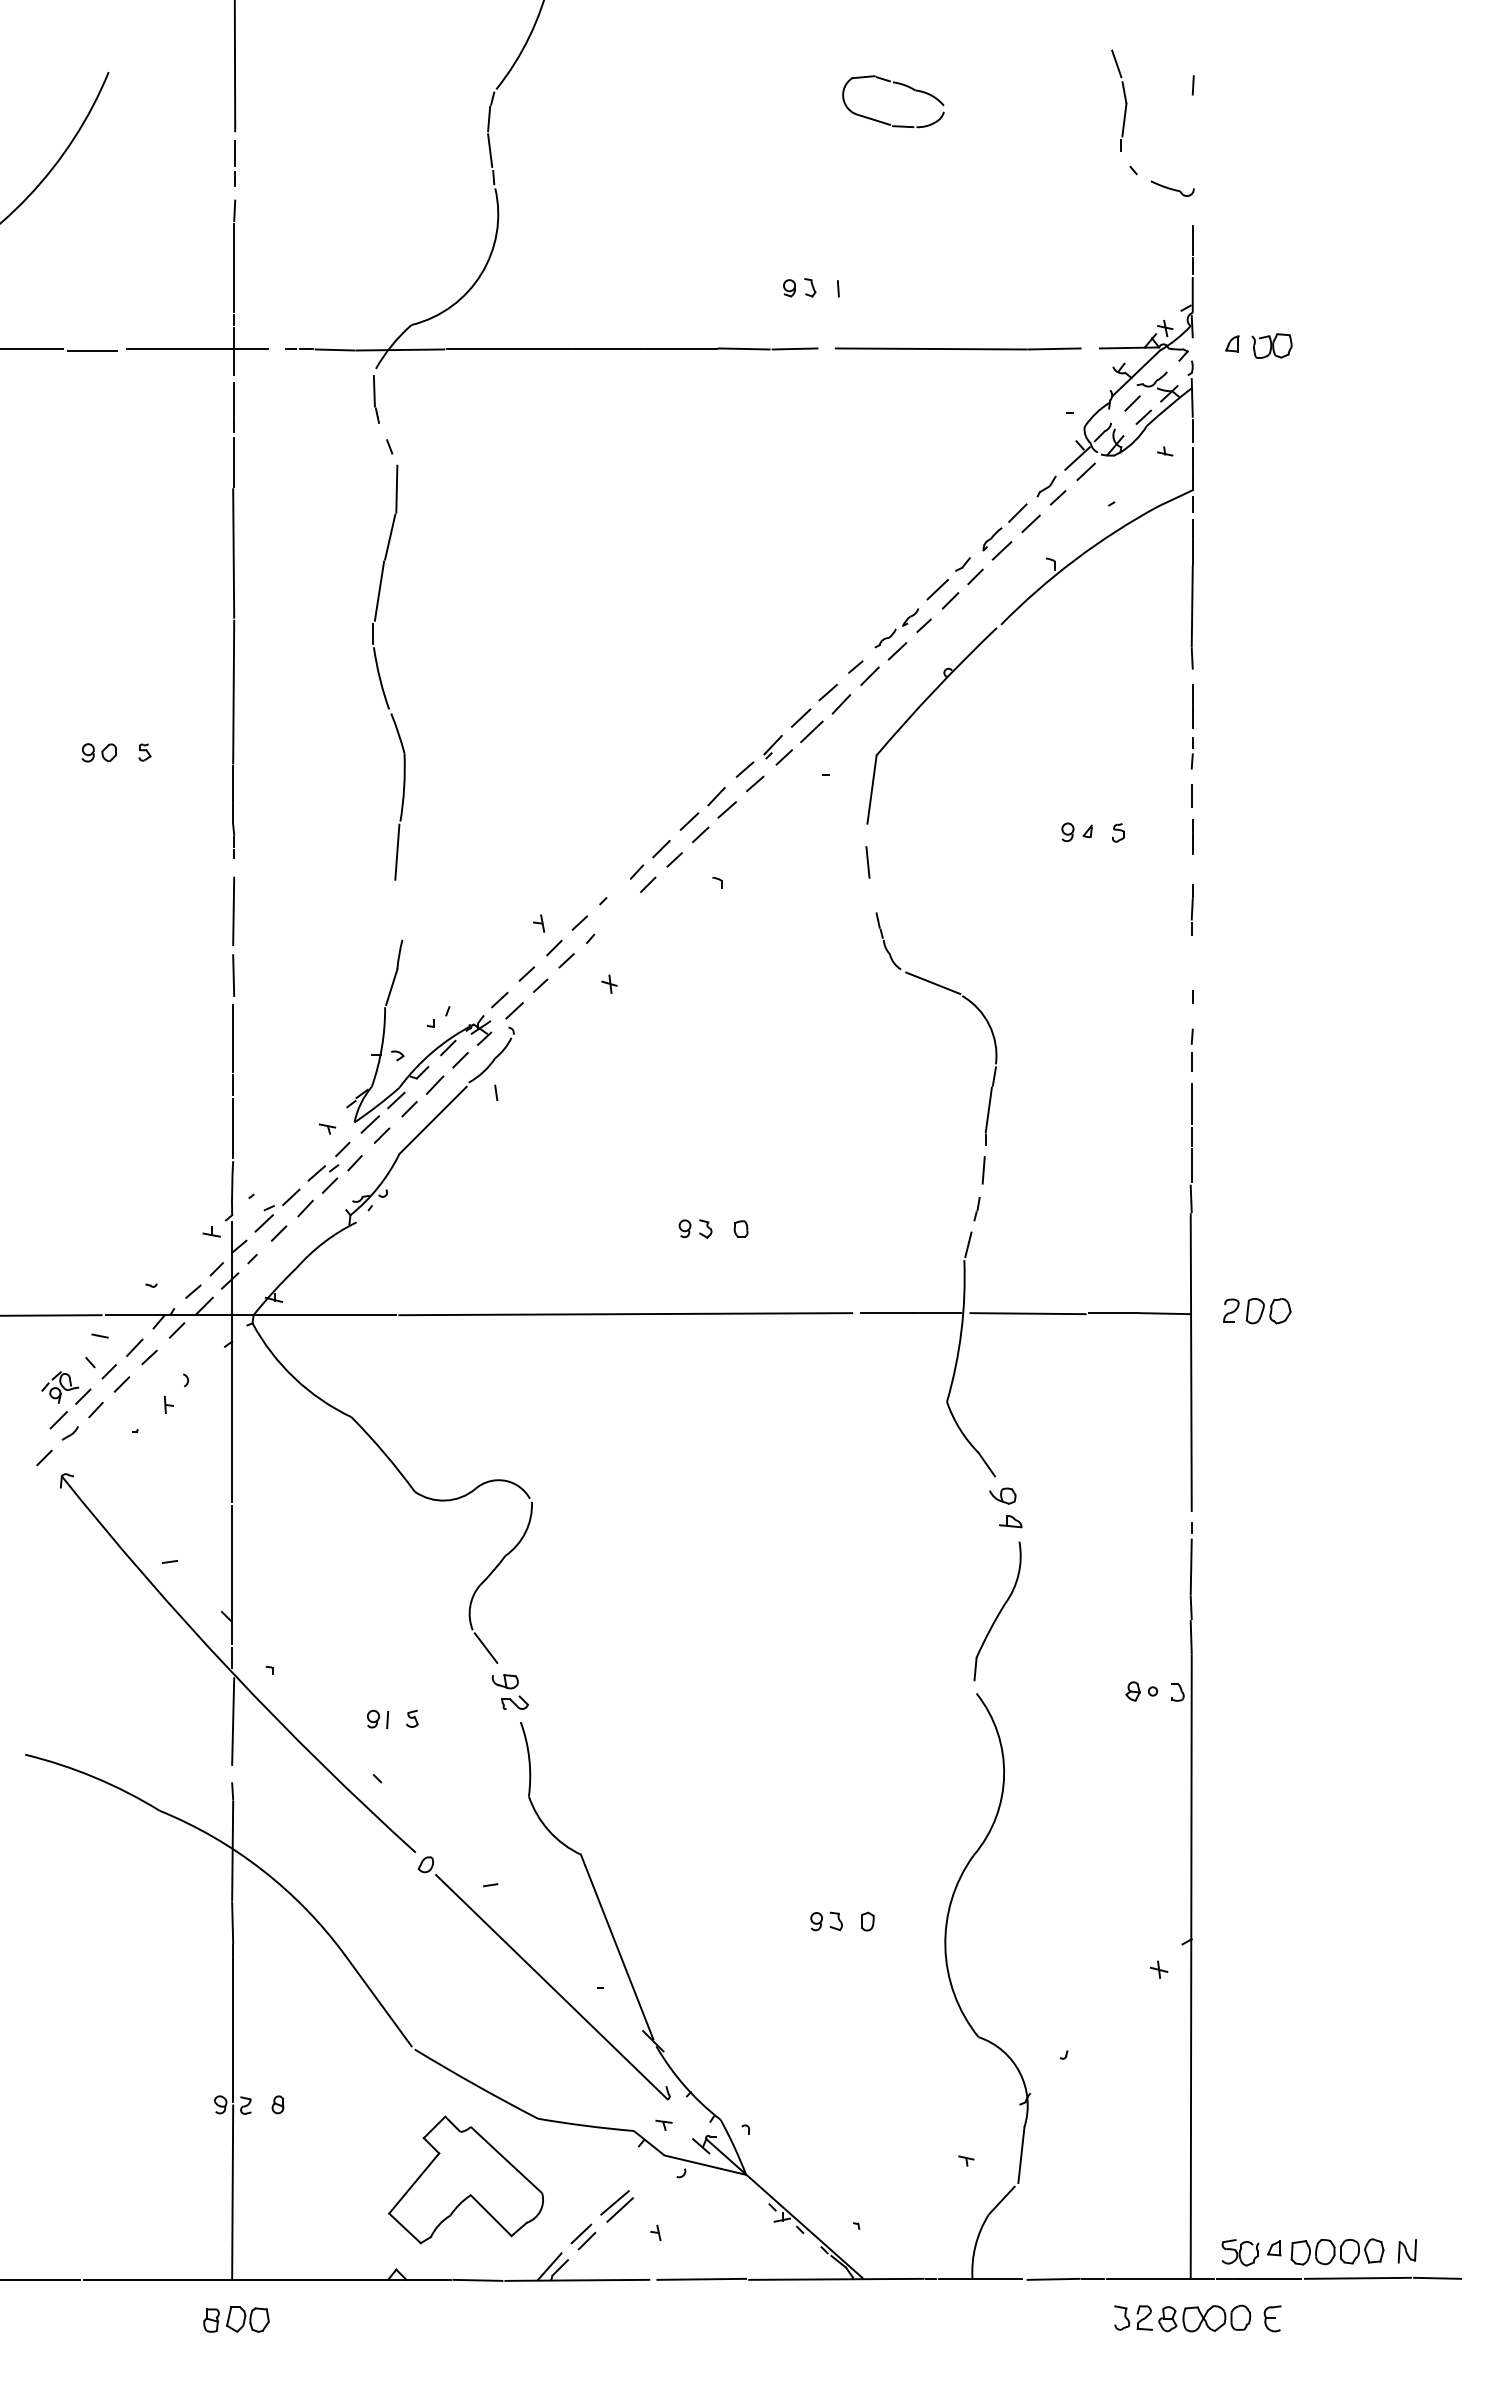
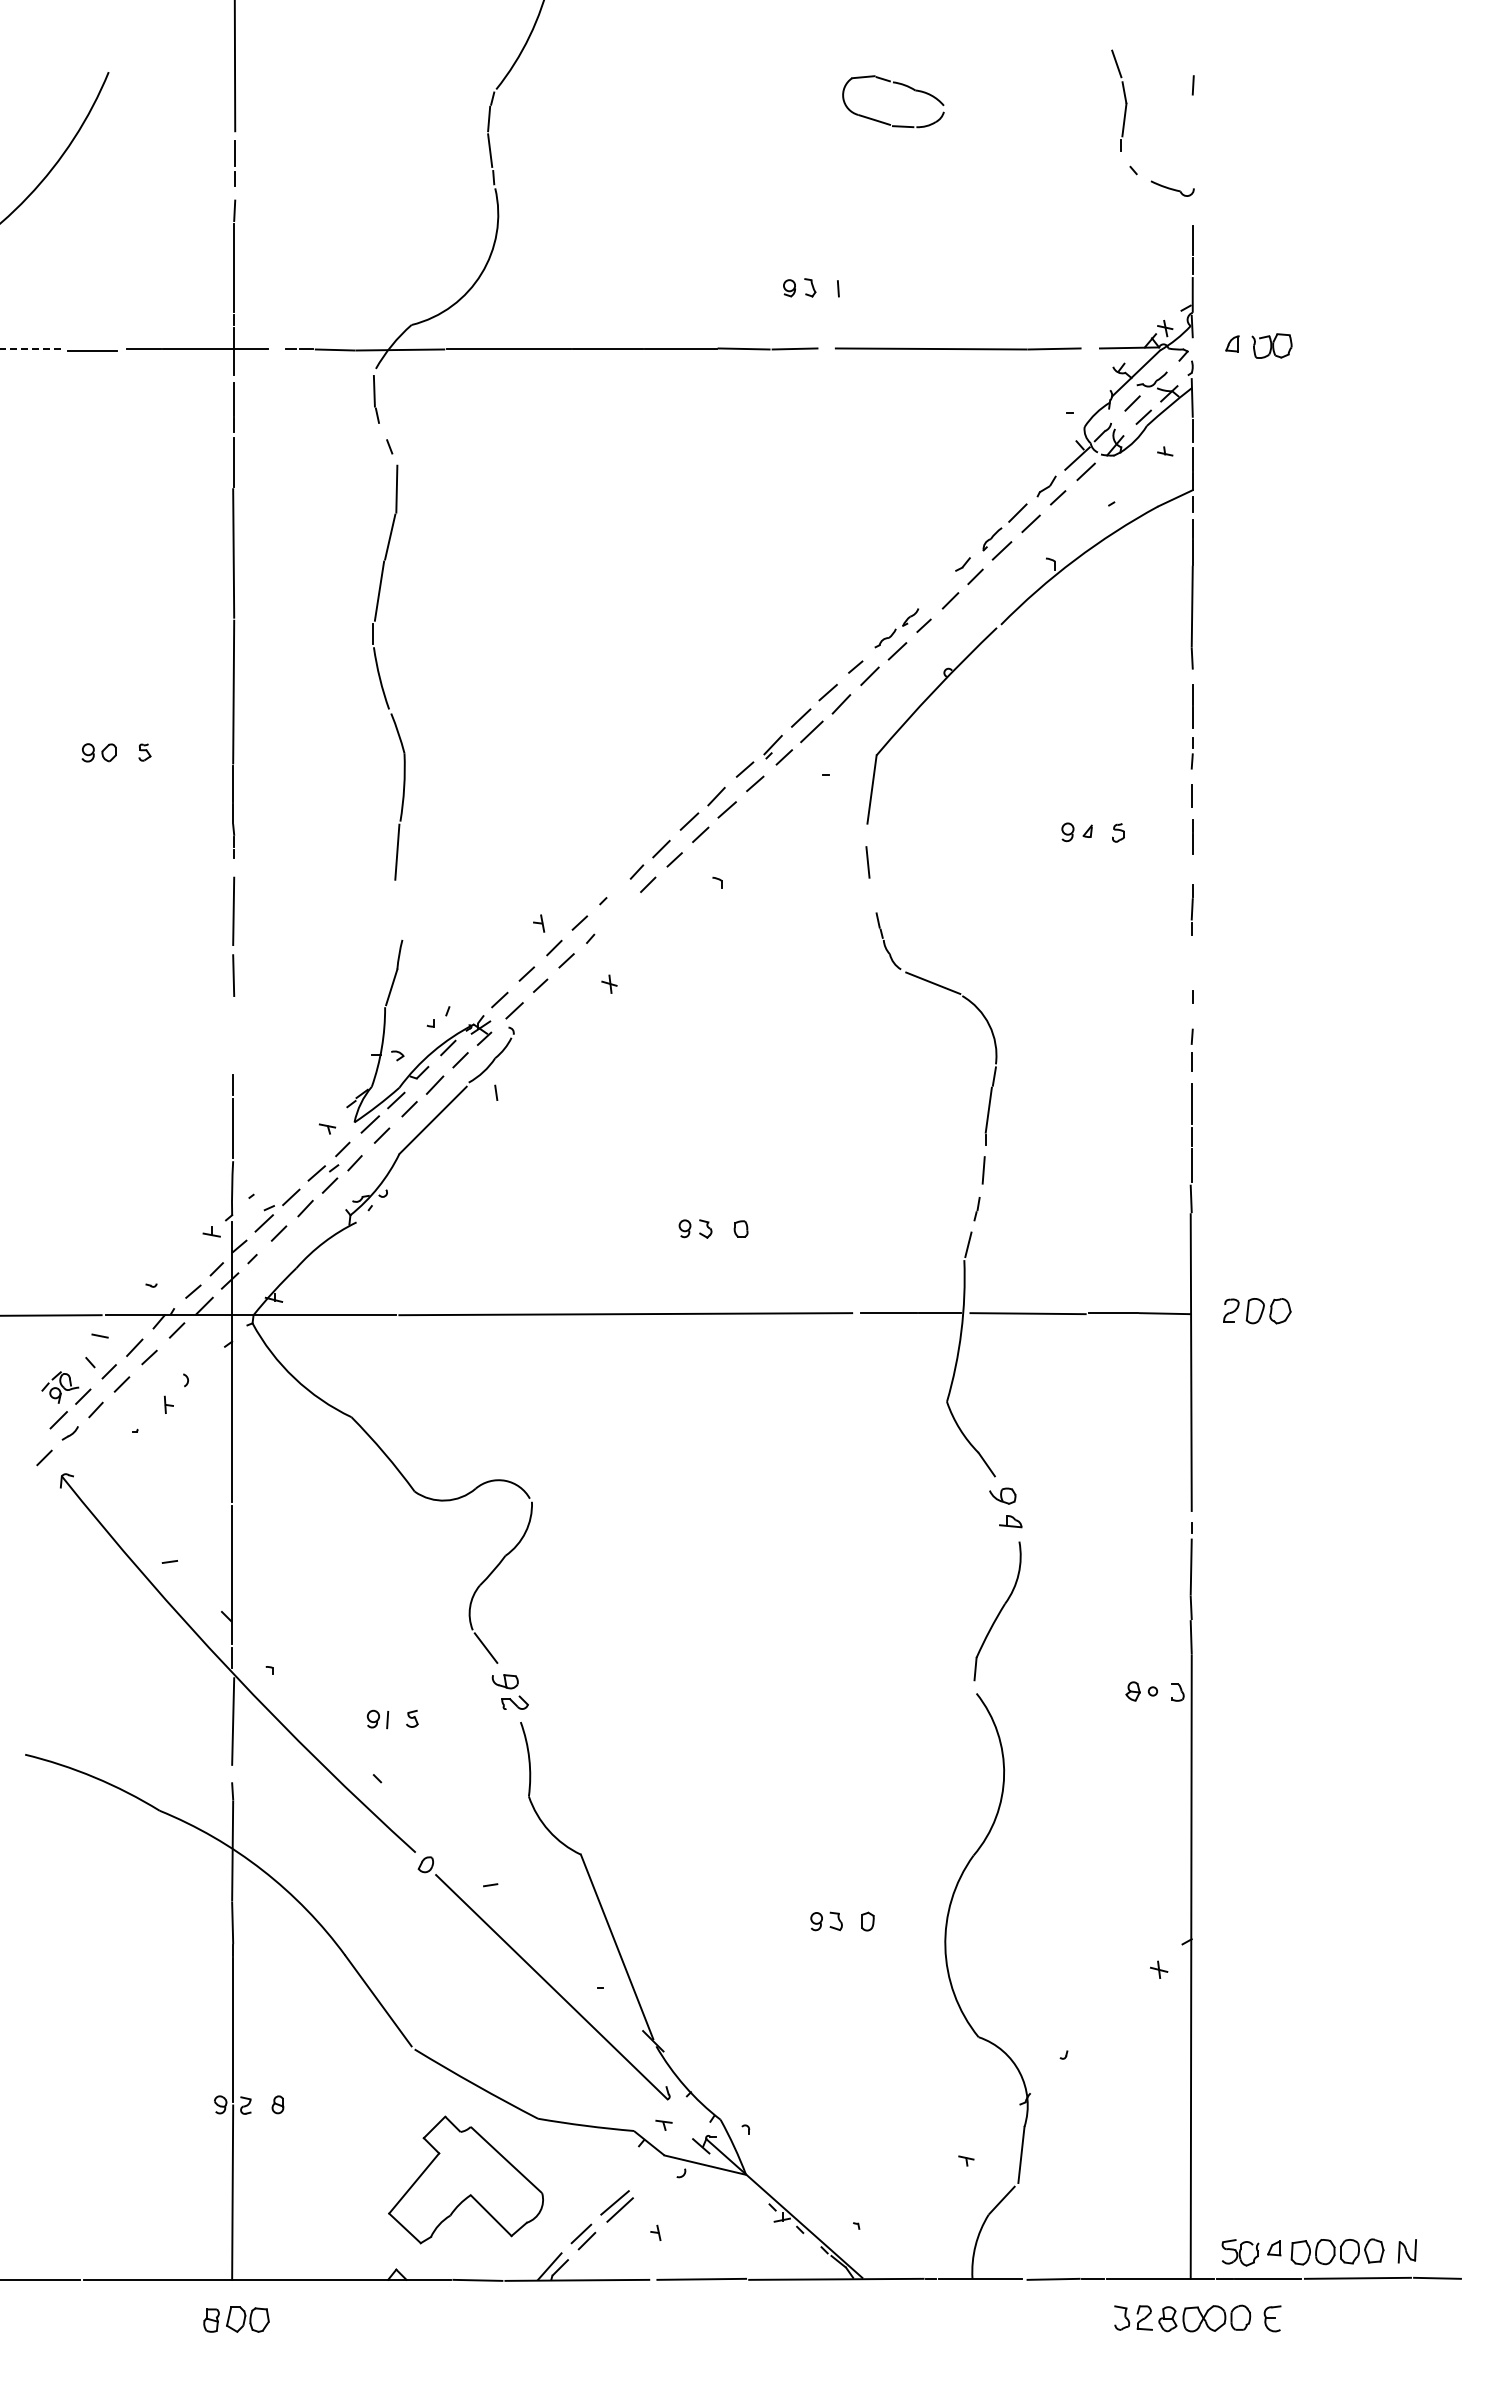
line at (32, 349): solid -> dashed
line at (937, 589): present -> none
line at (233, 1038): present -> none
